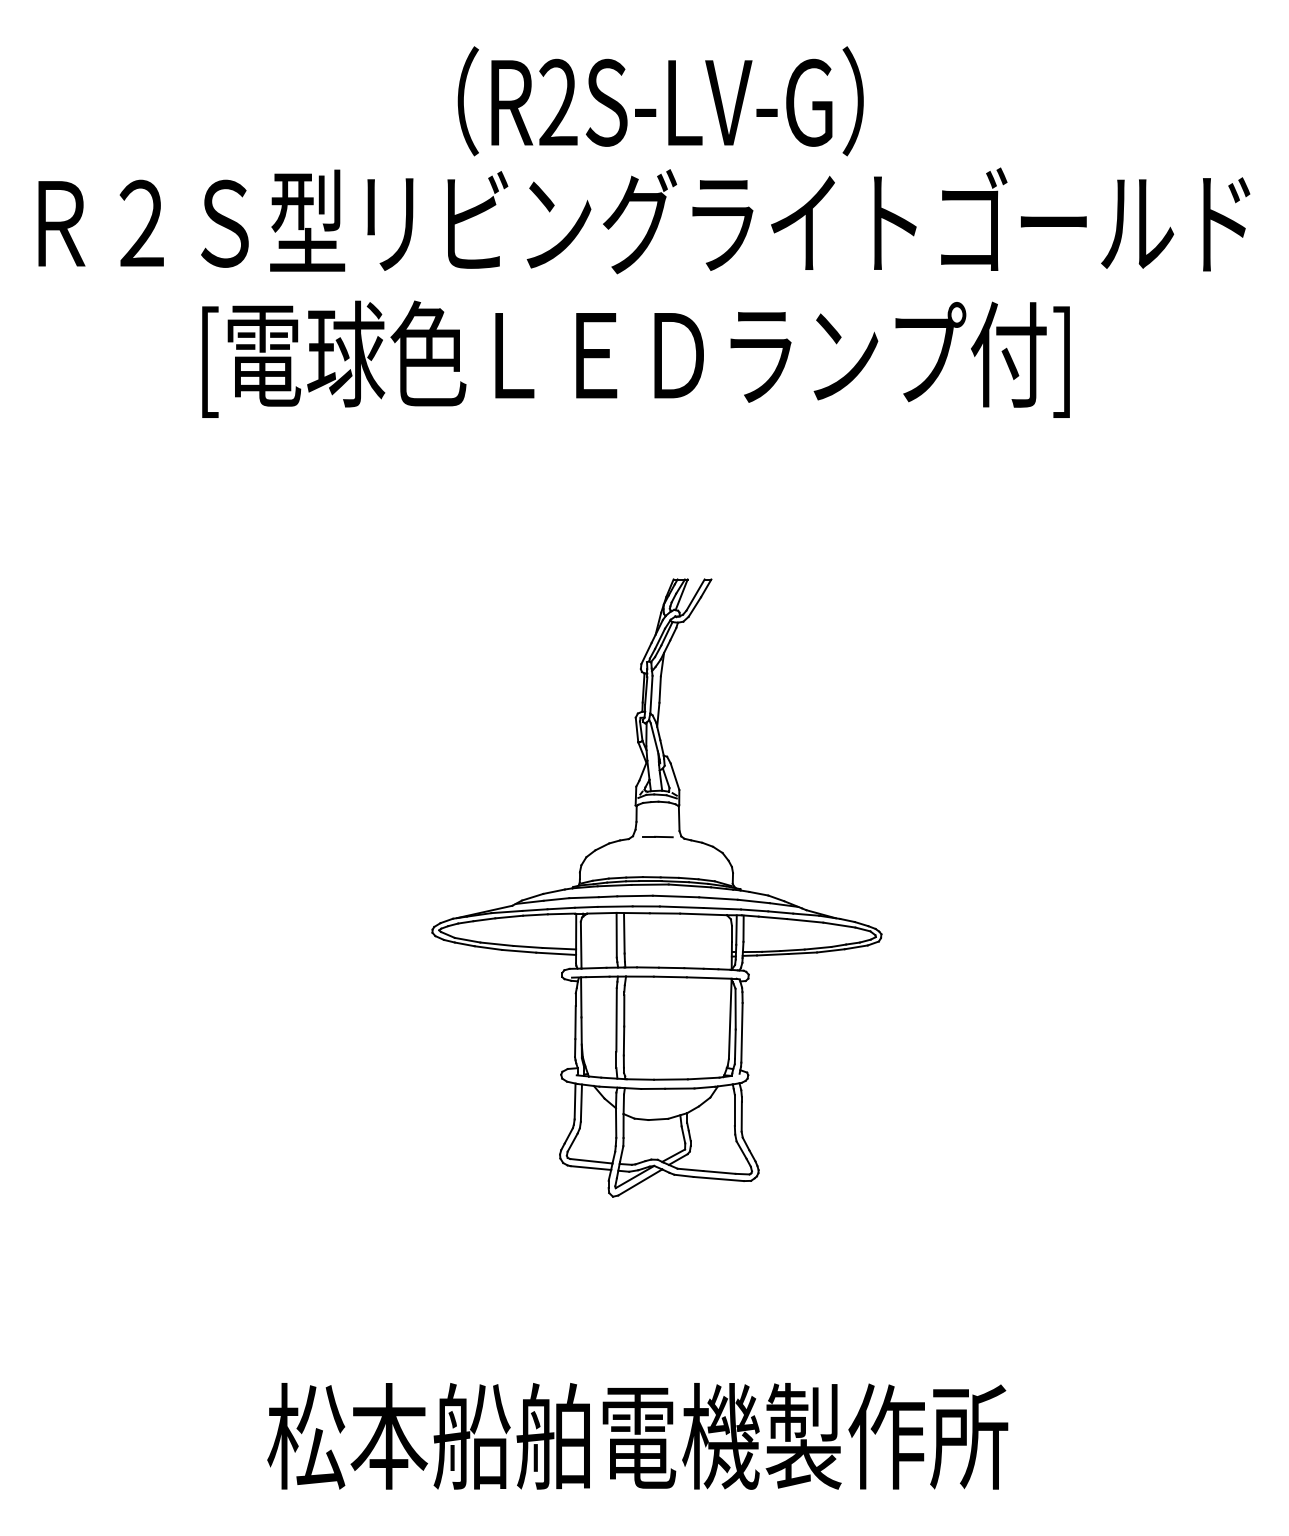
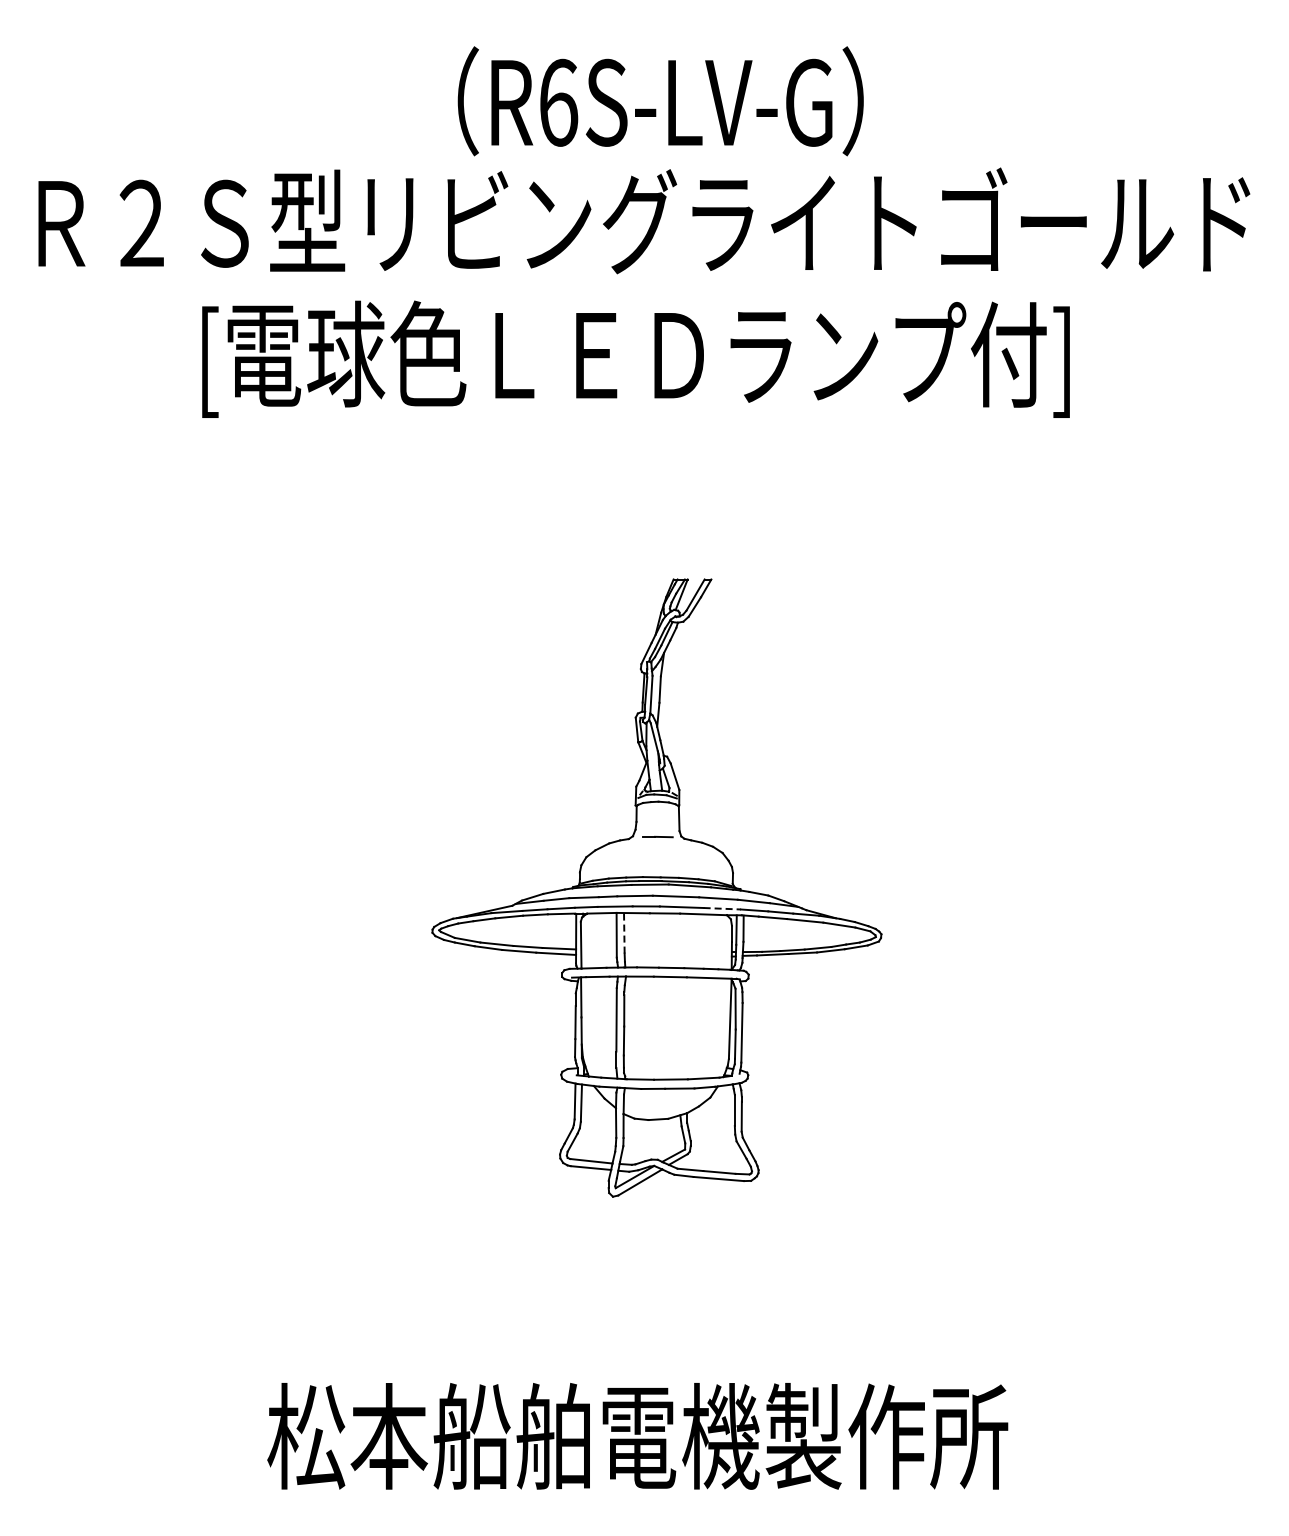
text at (558, 102): R2S-LV-G -> R6S-LV-G
line at (722, 908): solid -> dashed
line at (624, 933): solid -> dashed
